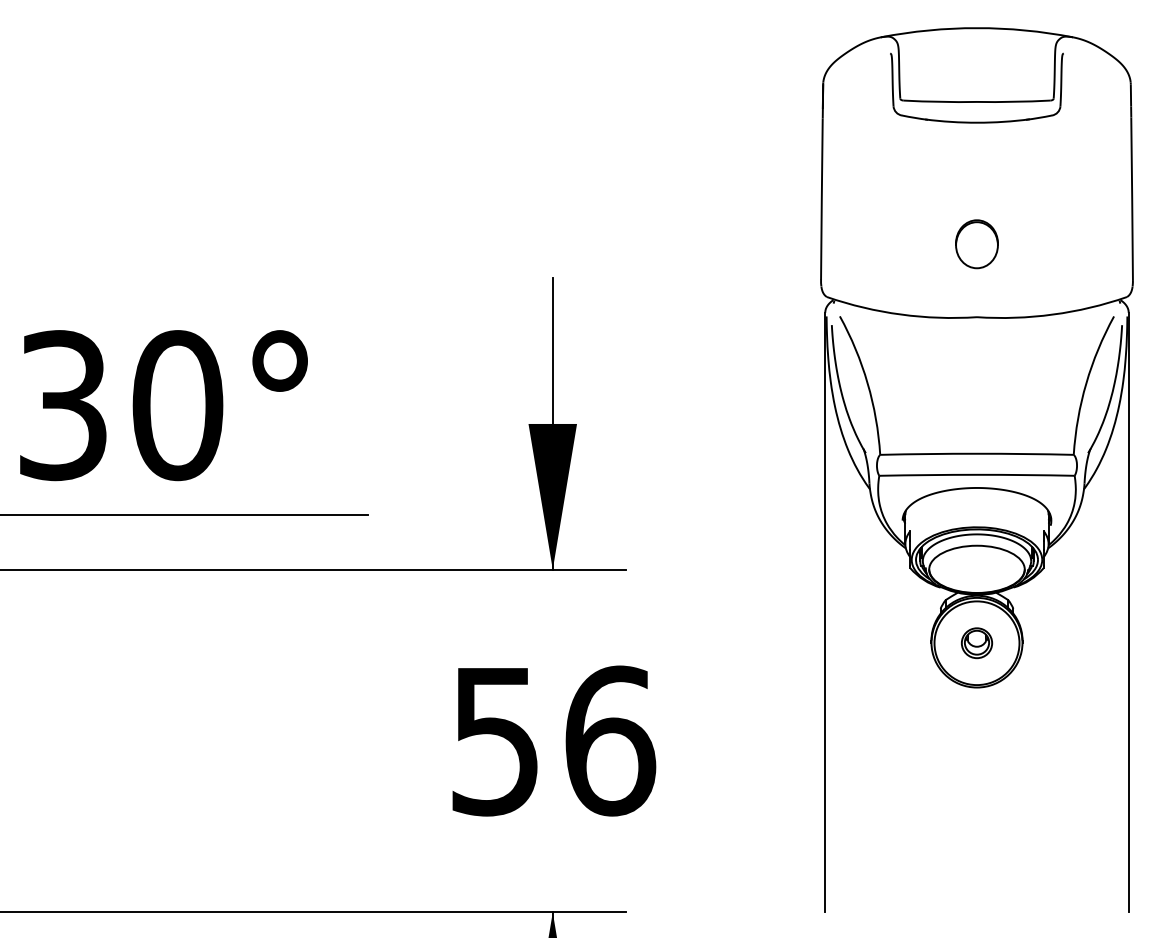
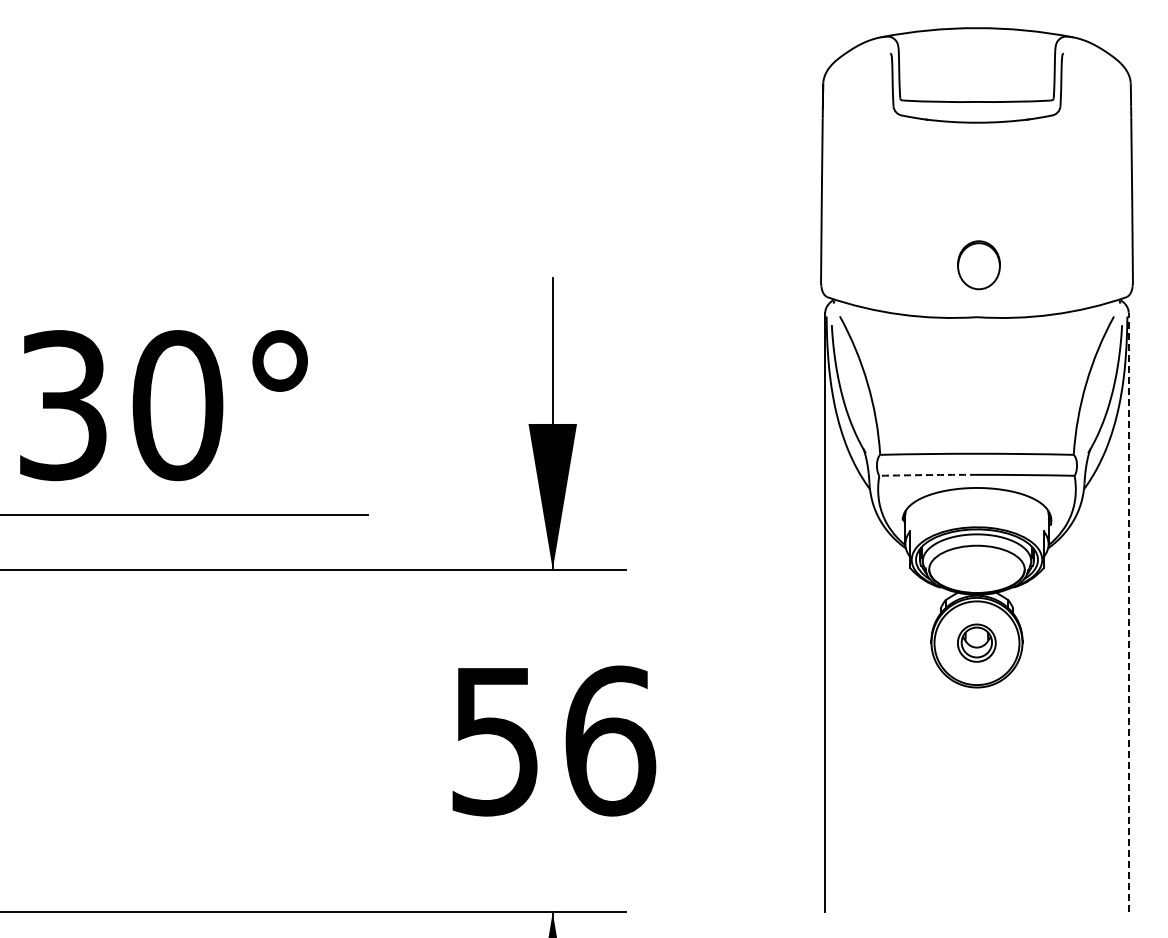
part at (976, 244) position: (976, 244) -> (978, 265)
arc at (928, 475): solid -> dashed
line at (1128, 612): solid -> dashed
part at (977, 643) size: 33x33 px -> 40x40 px
